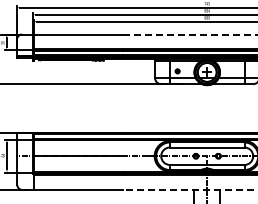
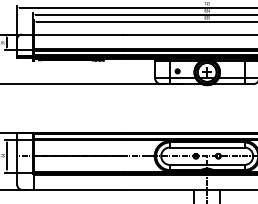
line at (190, 34): dashed -> solid
line at (189, 189): dashed -> solid
